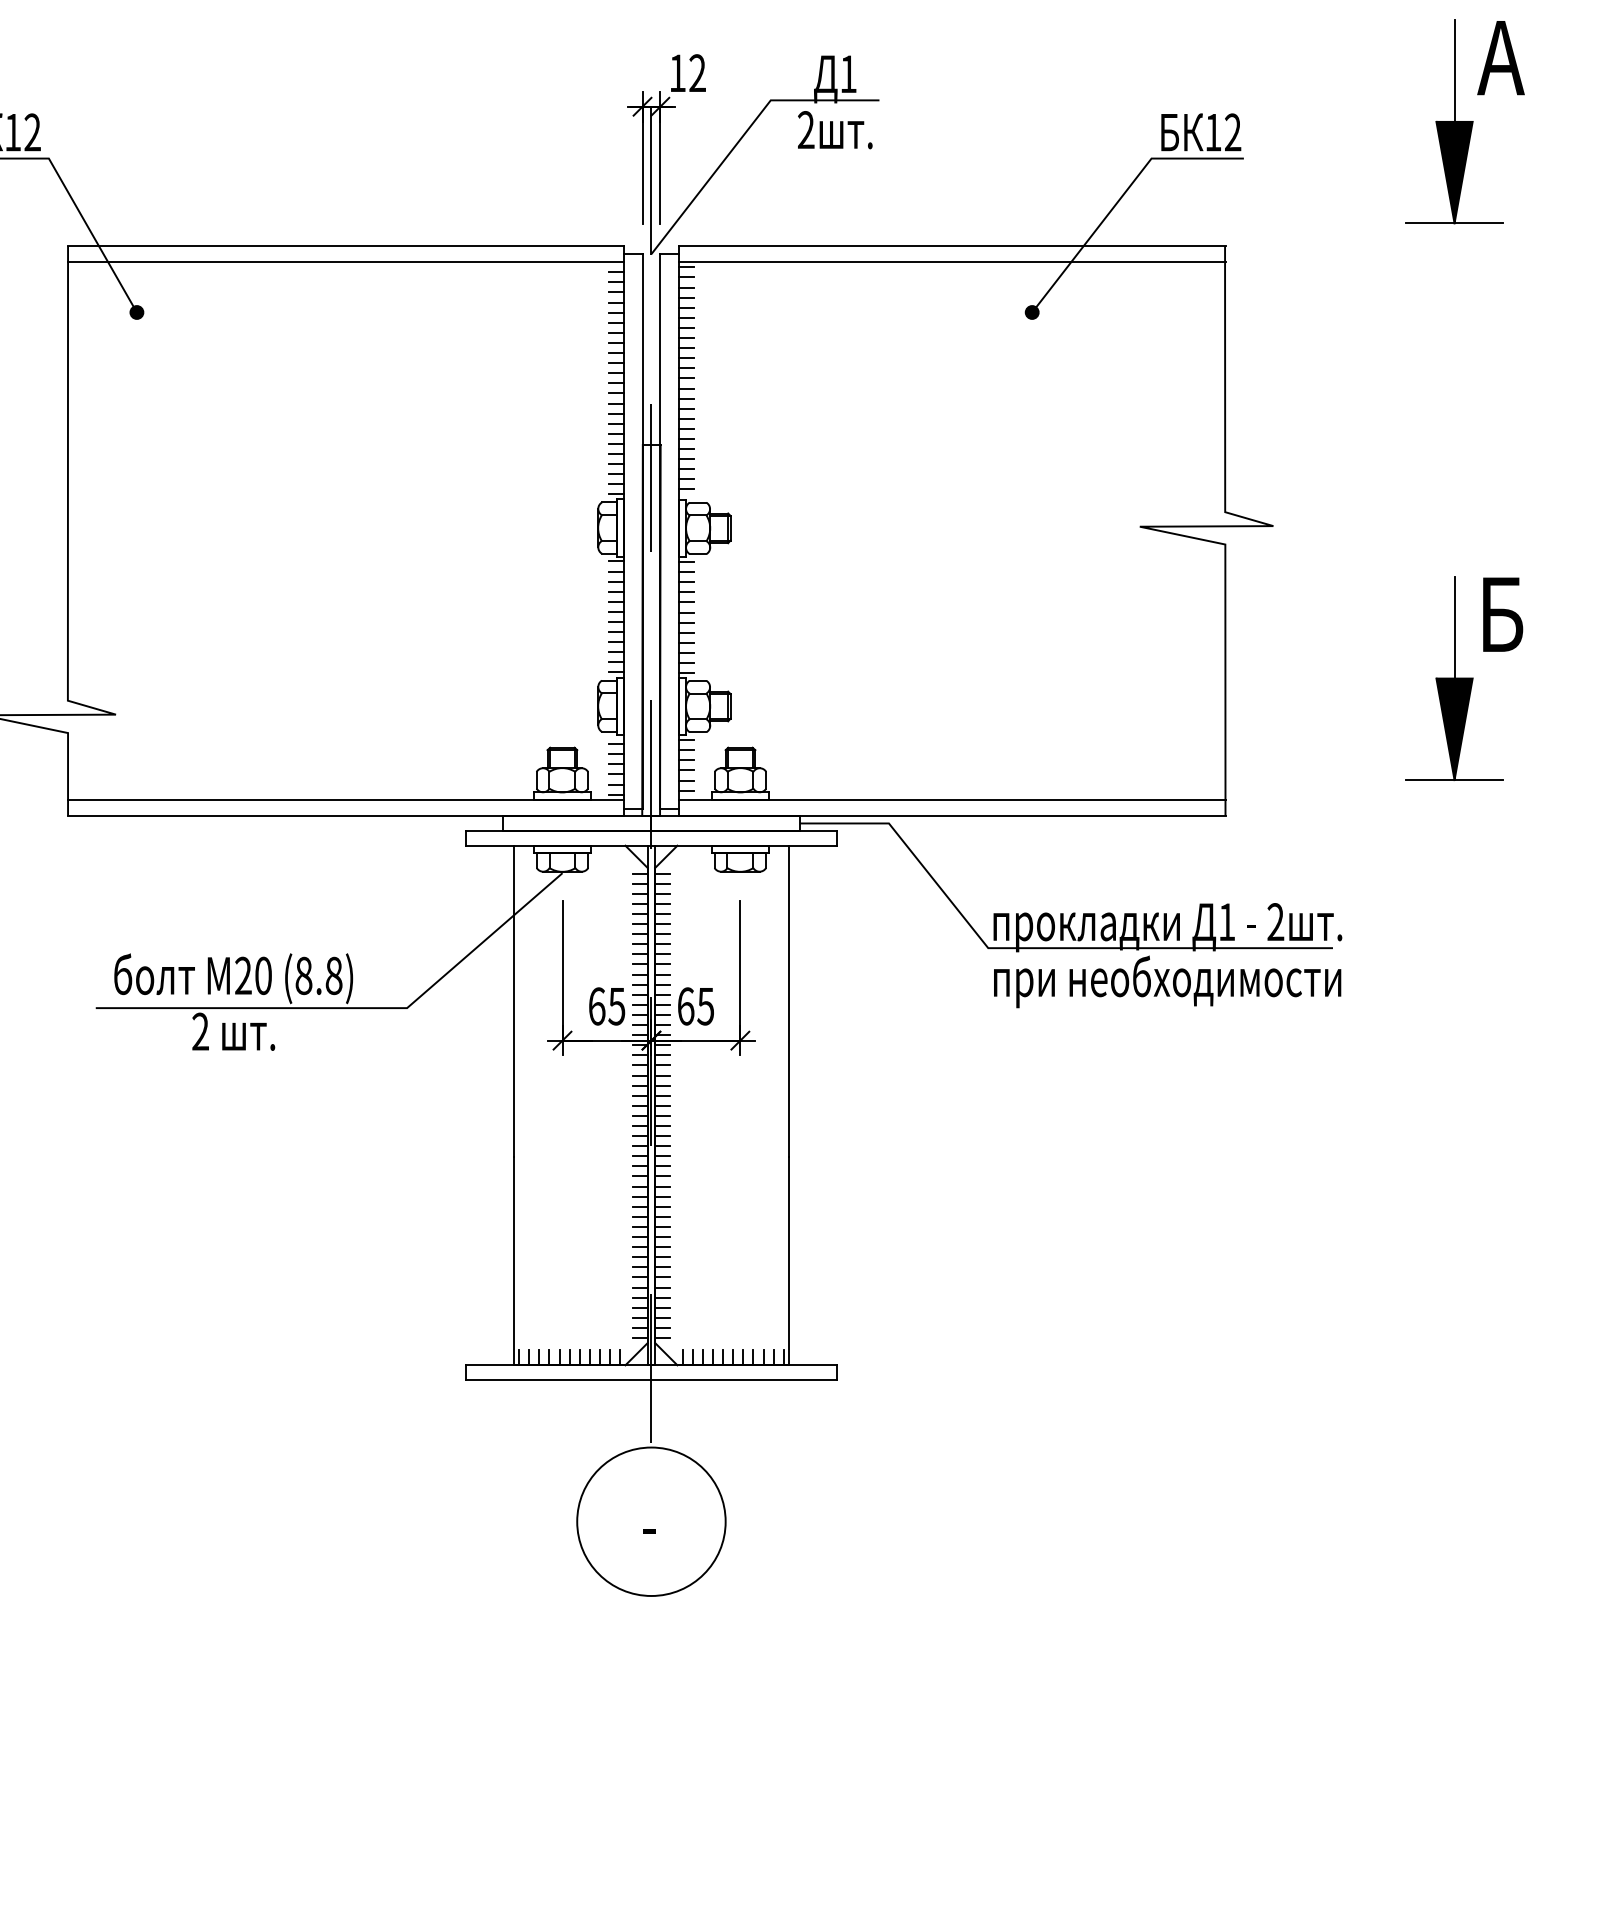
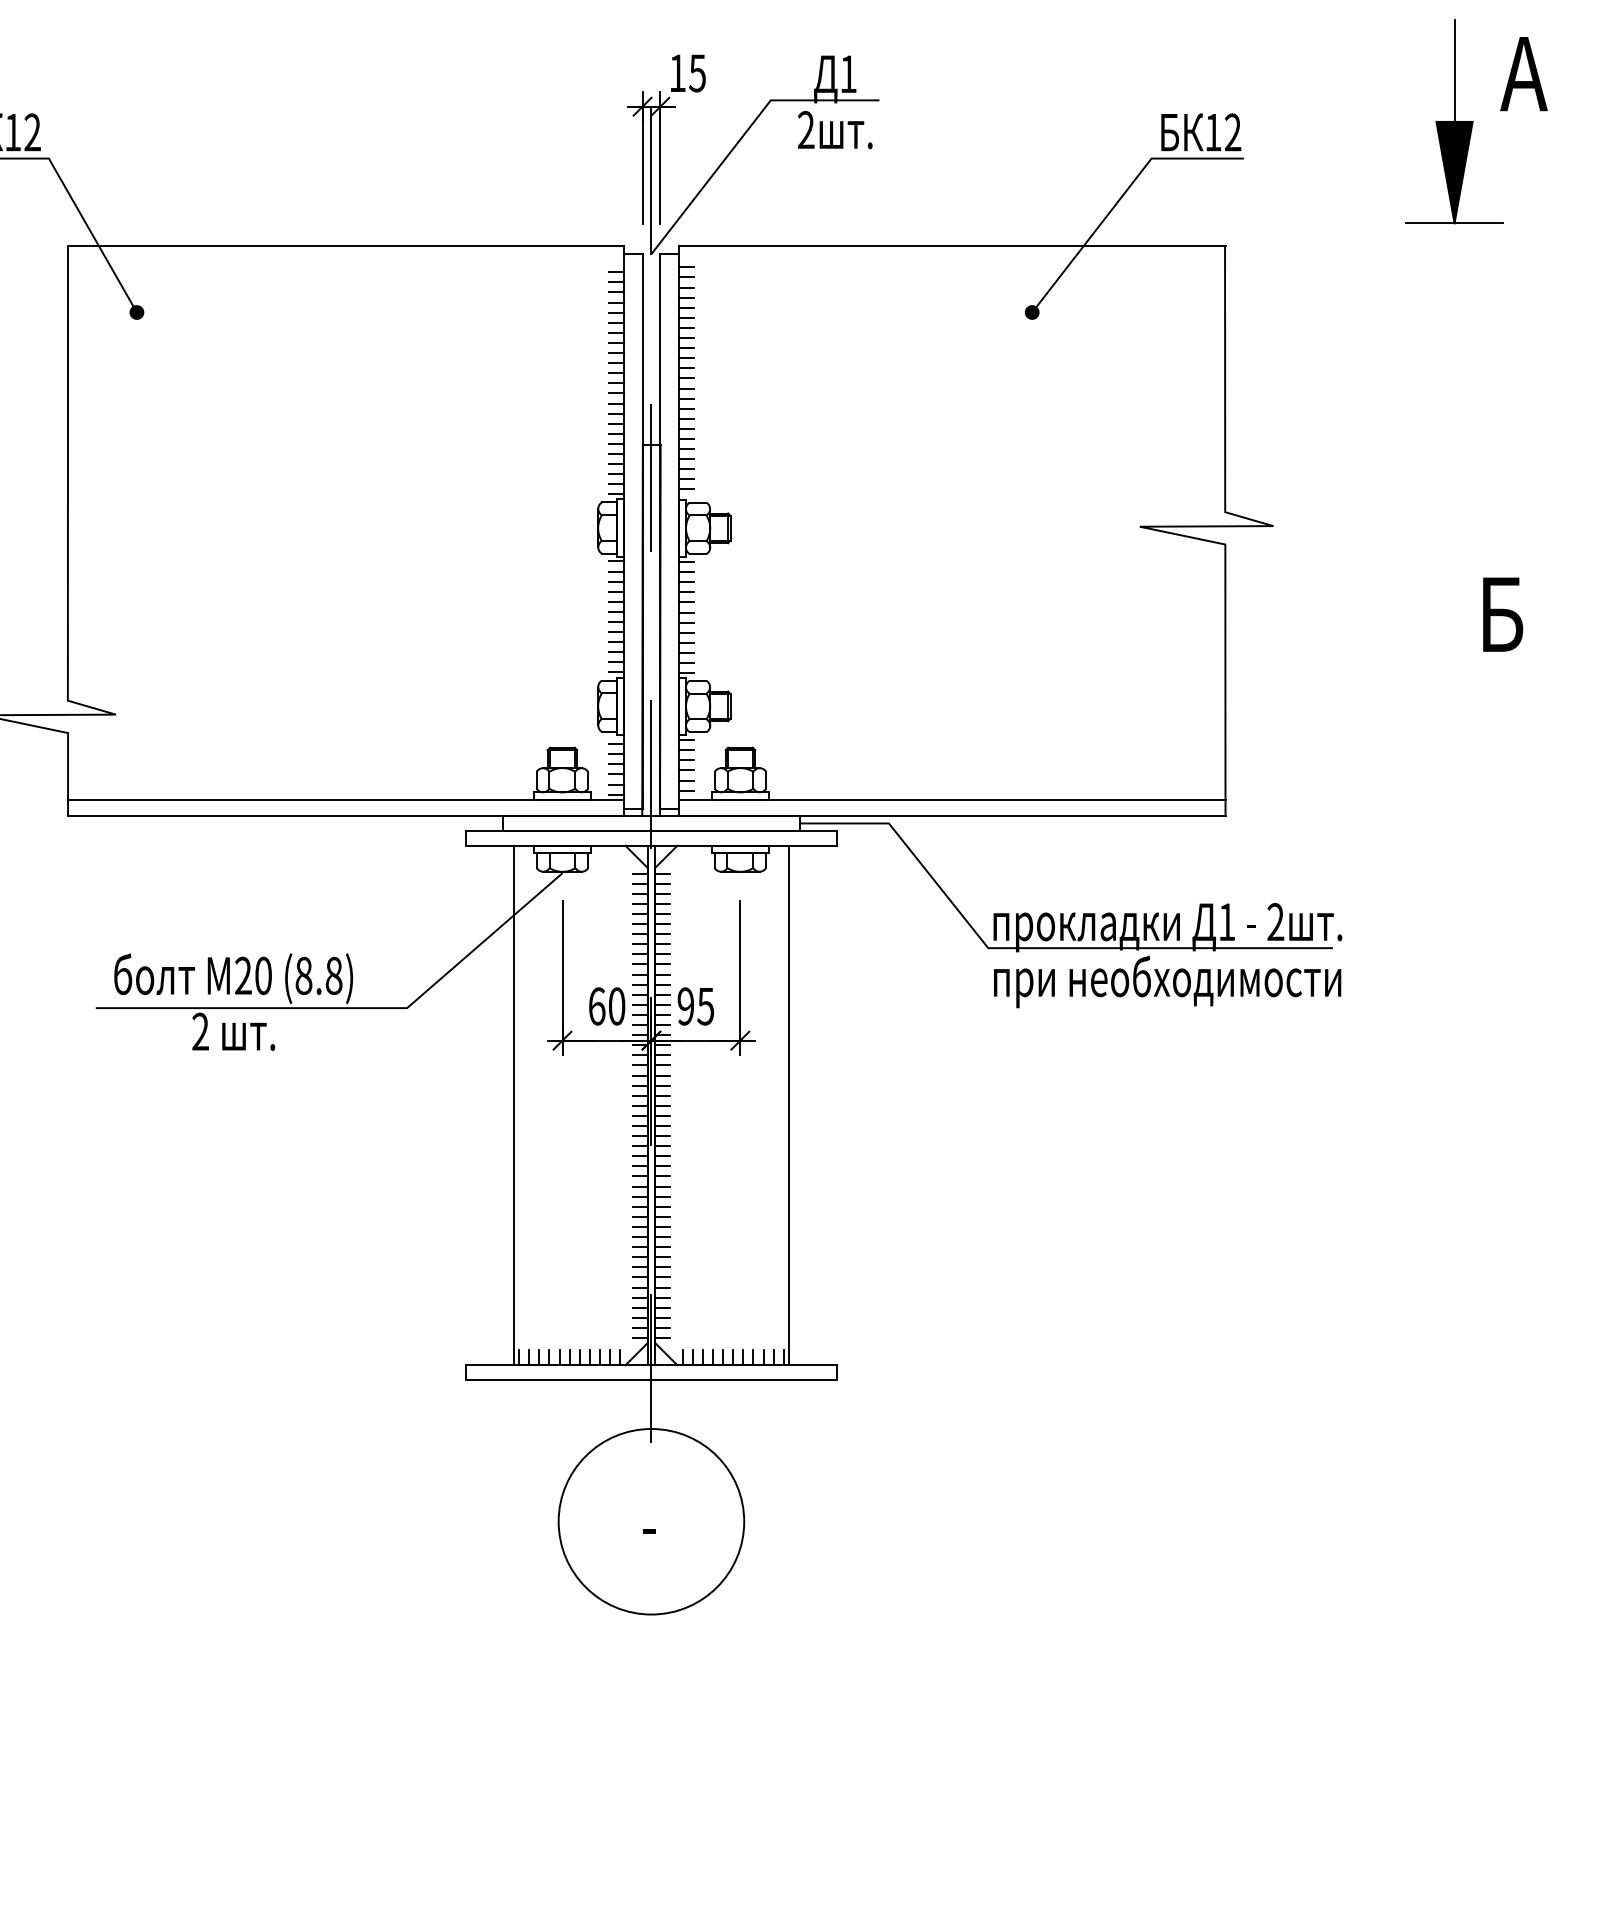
text at (1500, 58) position: (1500, 58) -> (1523, 74)
text at (697, 73): 12 -> 15
line at (346, 262): present -> none
line at (951, 262): present -> none
part at (1454, 678): present -> none
text at (616, 1006): 65 -> 60
text at (685, 1006): 65 -> 95
circle at (651, 1521) diameter: 148 px -> 186 px
